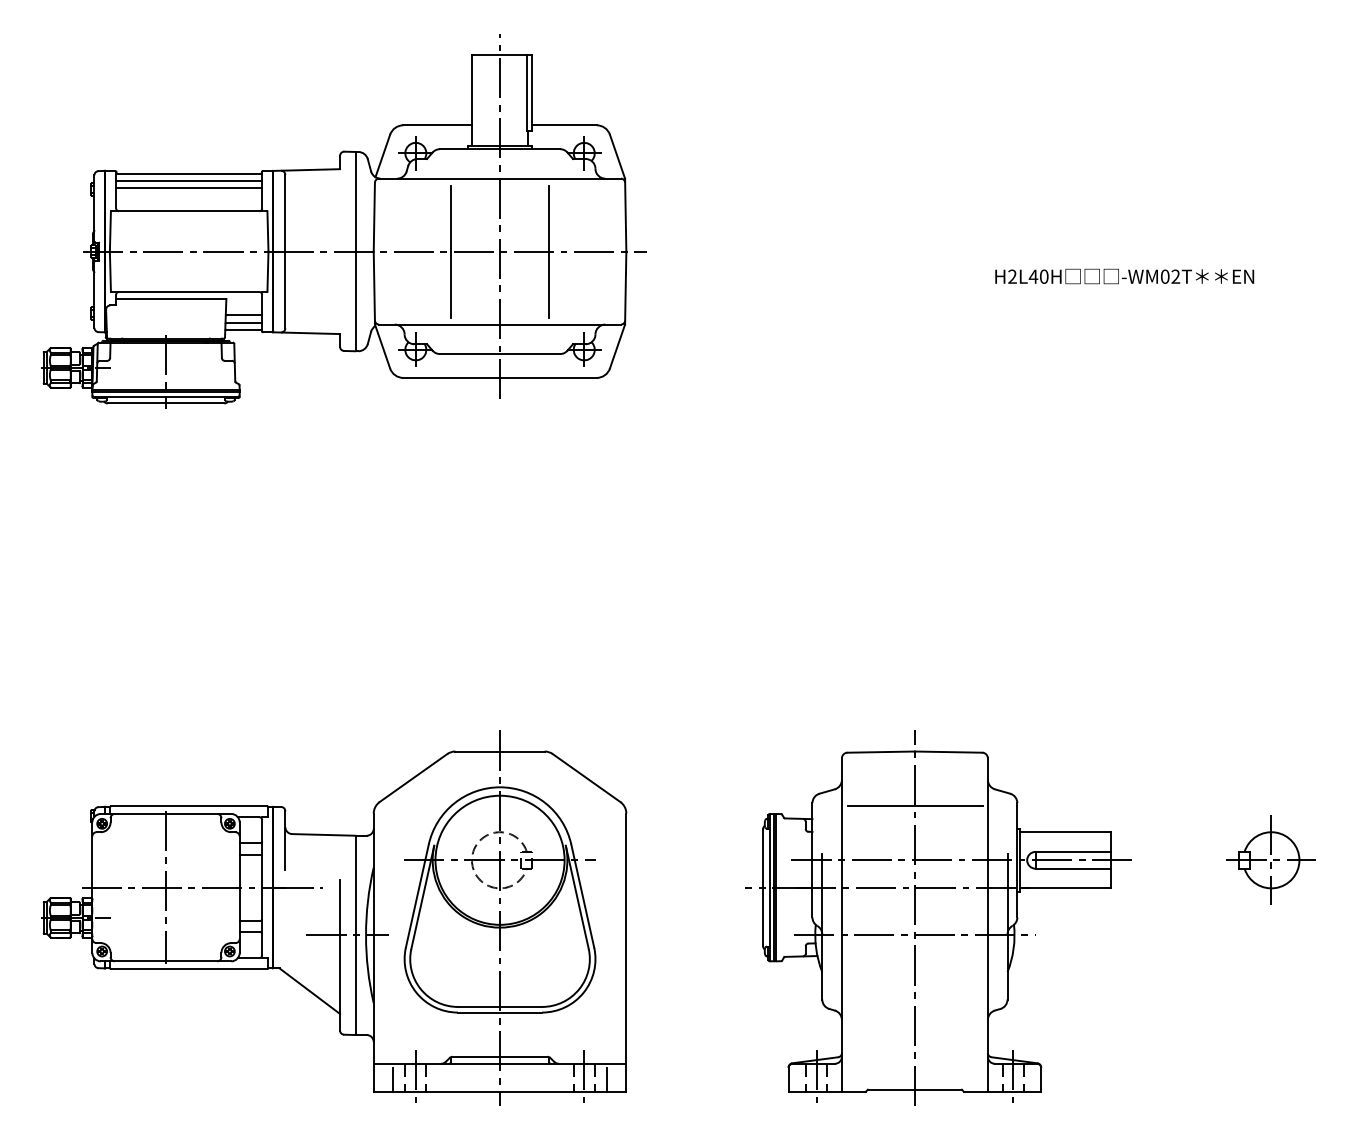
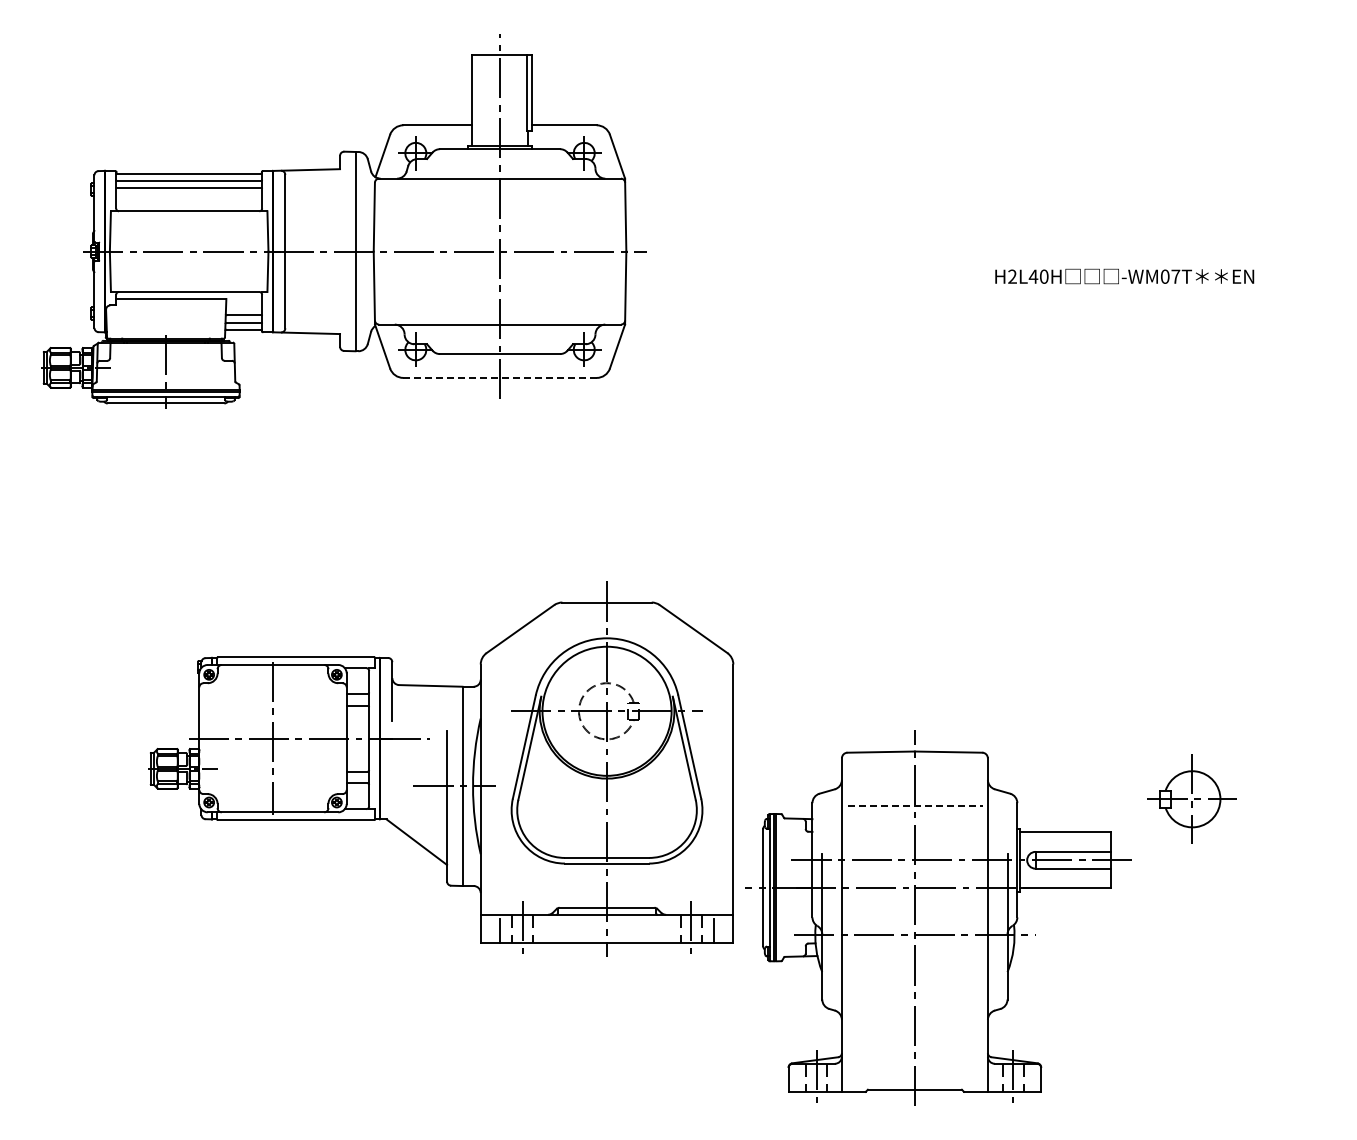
line at (450, 251): present -> none
line at (549, 251): present -> none
text at (1175, 276): -WM02T -> -WM07T
line at (500, 377): solid -> dashed
line at (915, 806): solid -> dashed
part at (1270, 859) position: (1270, 859) -> (1191, 798)
part at (334, 917) position: (334, 917) -> (441, 768)
